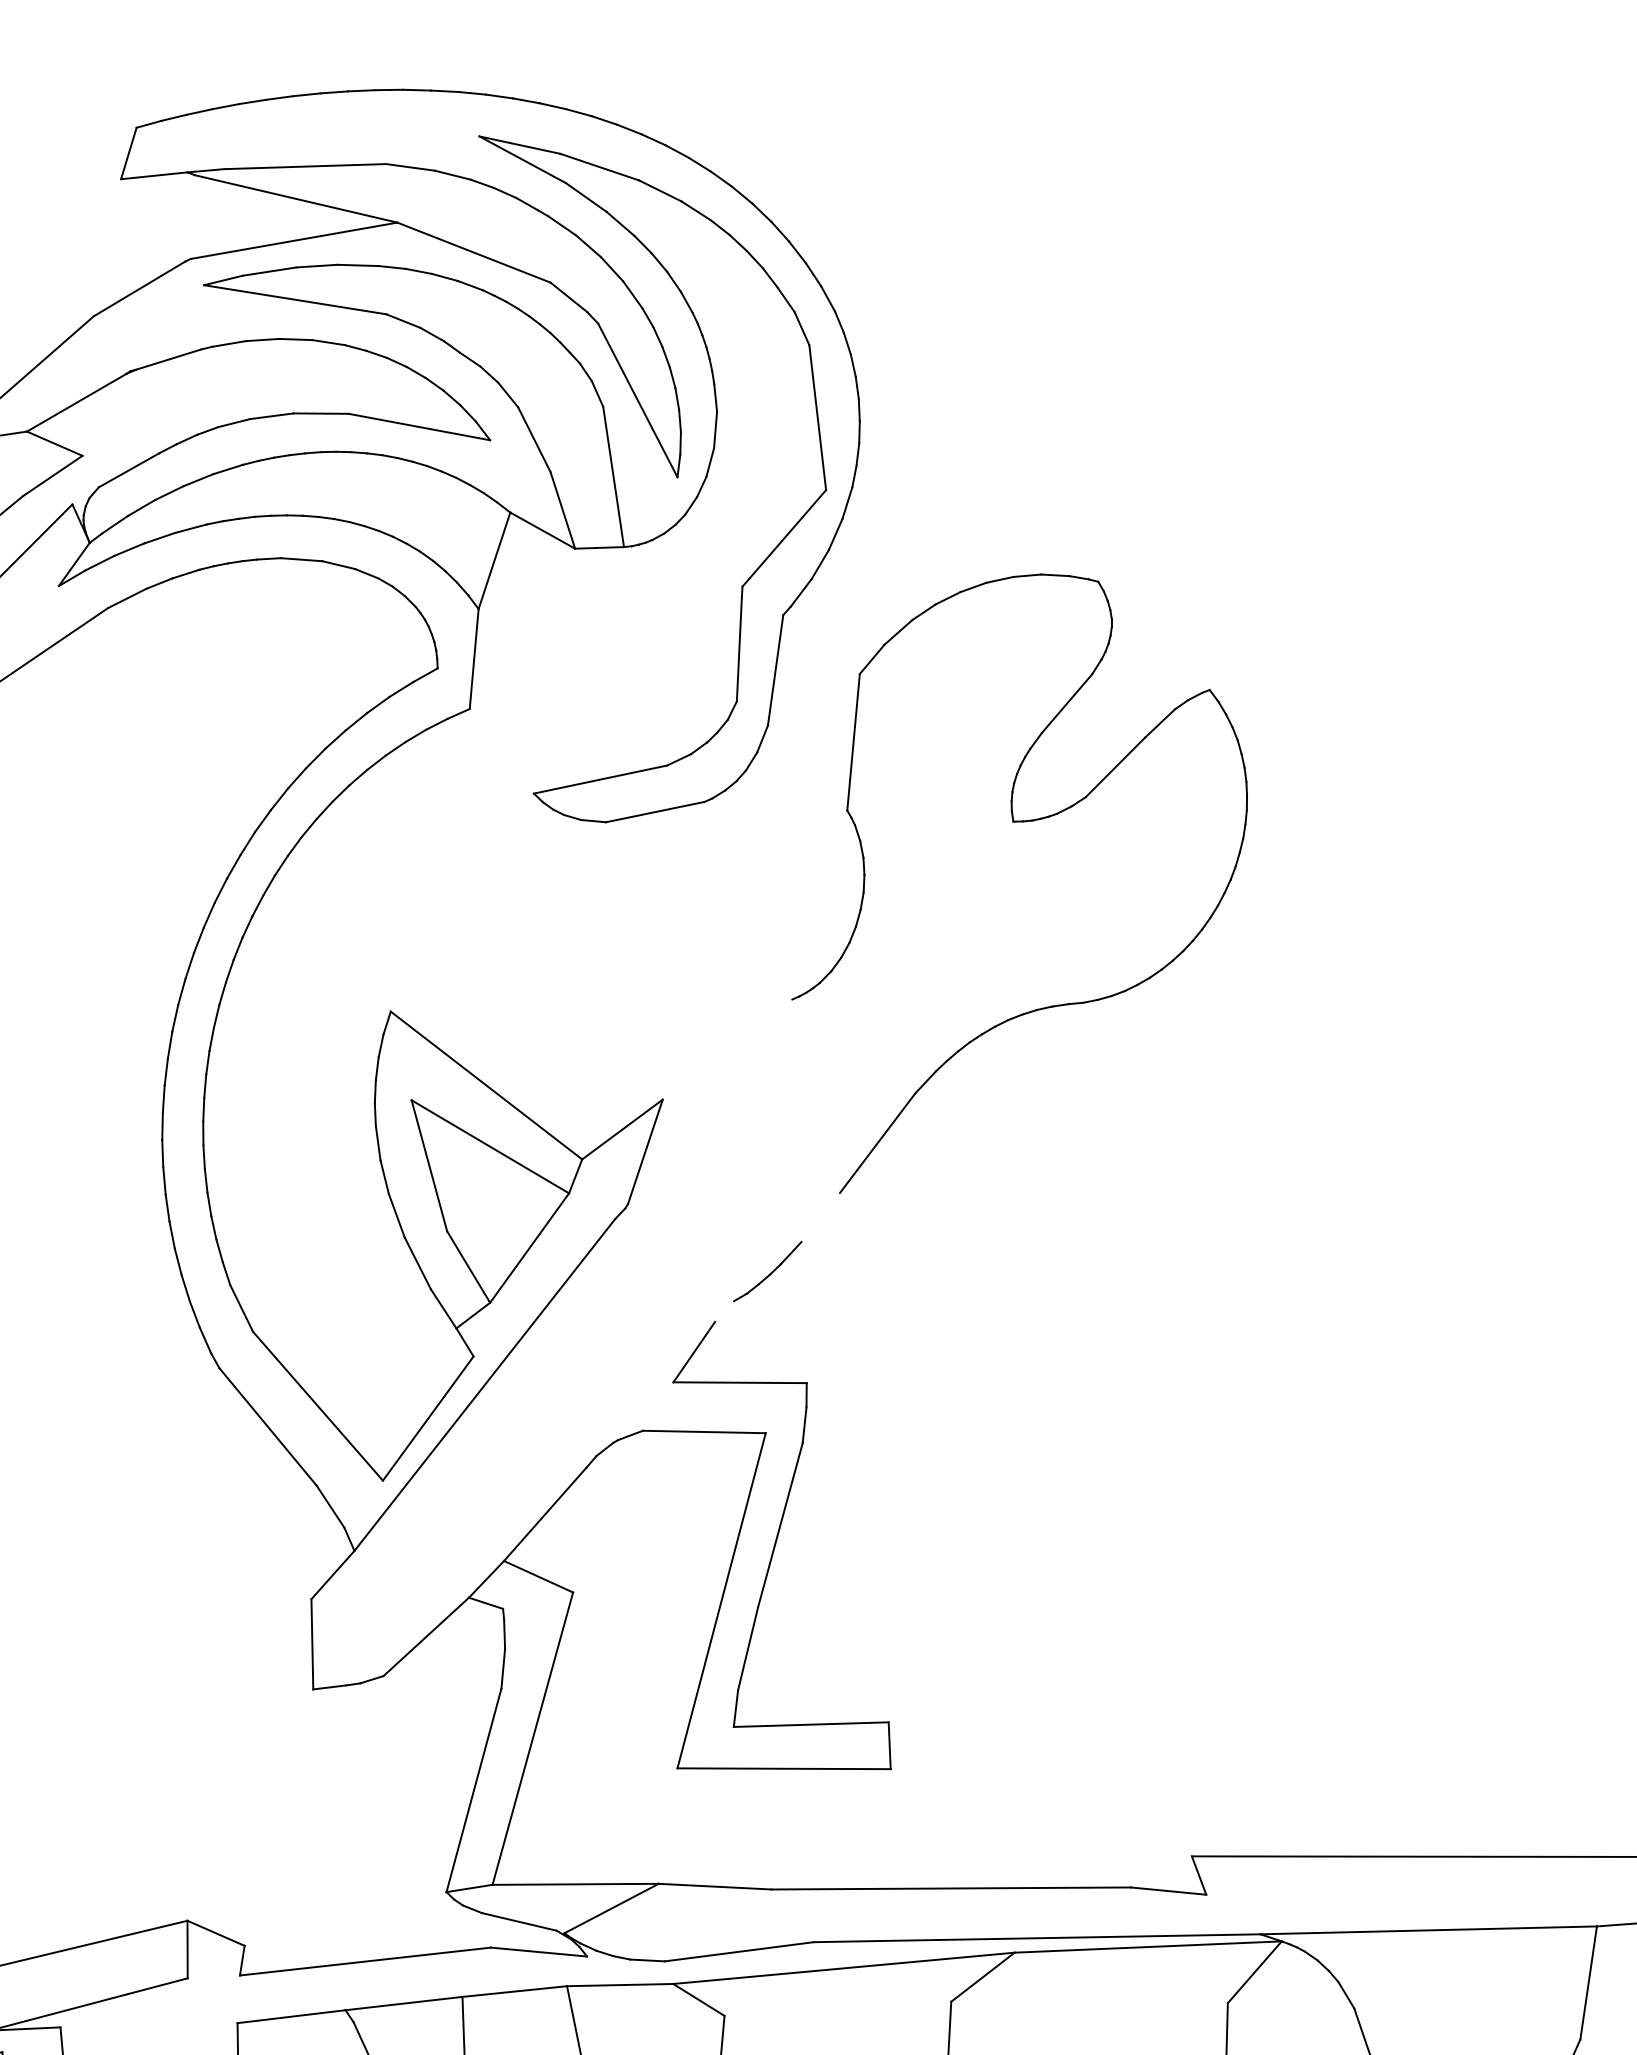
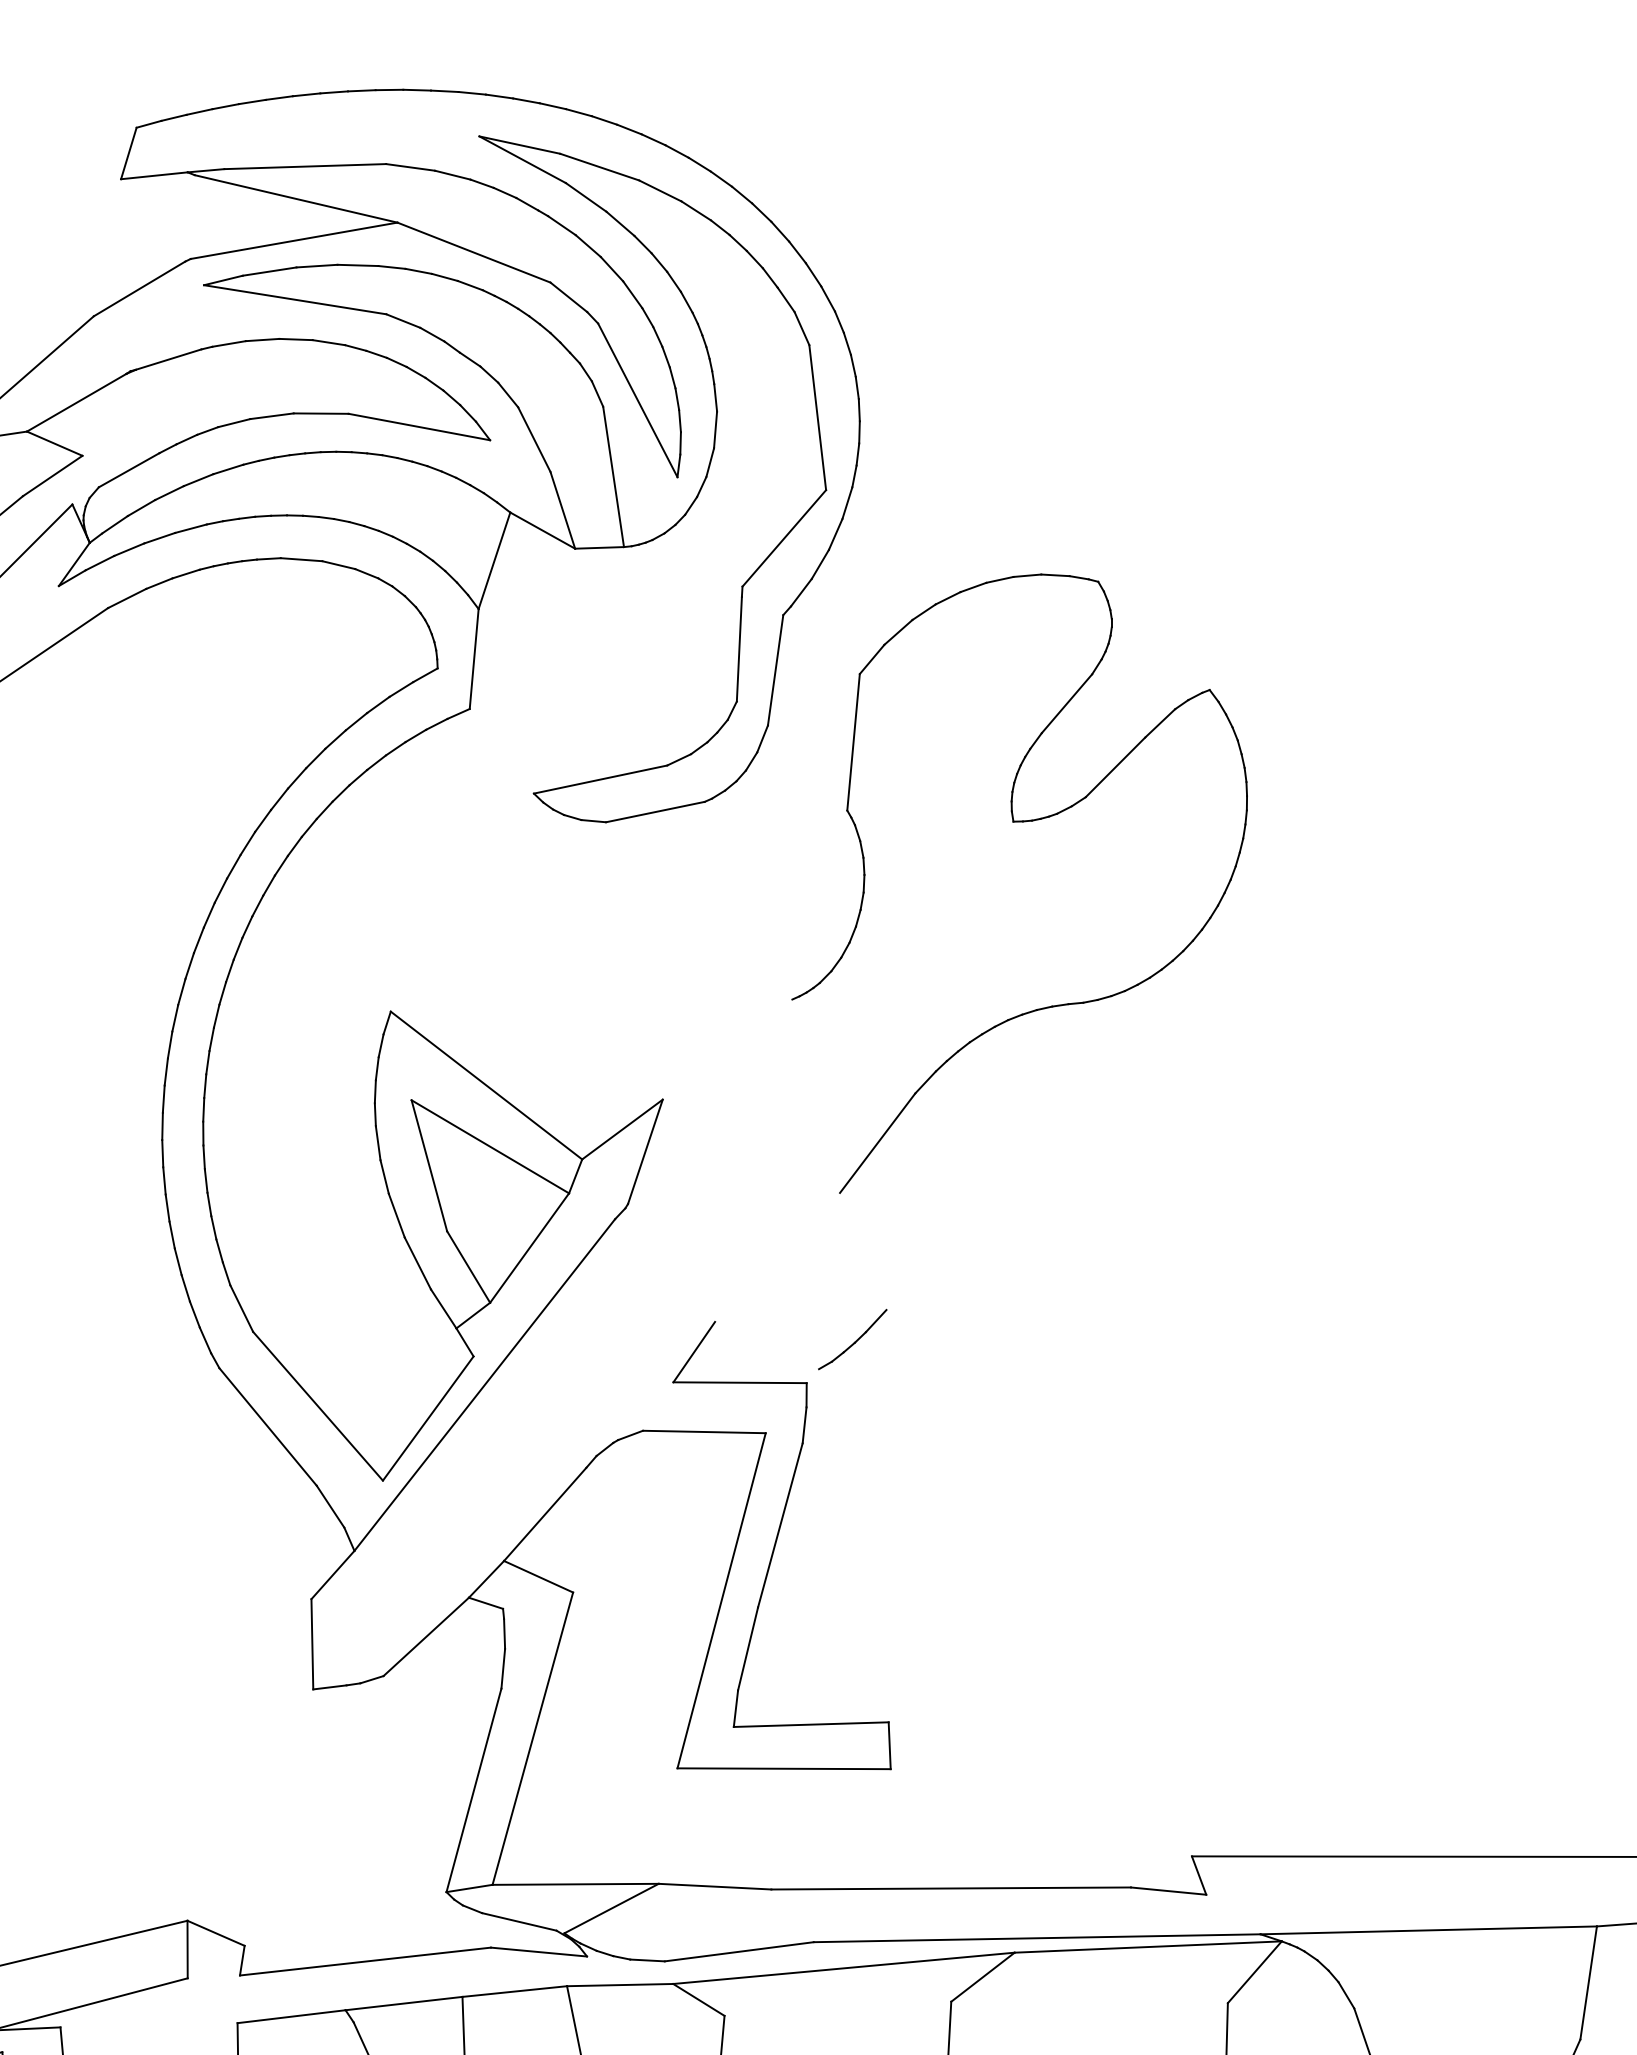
part at (767, 1271) position: (767, 1271) -> (852, 1339)
